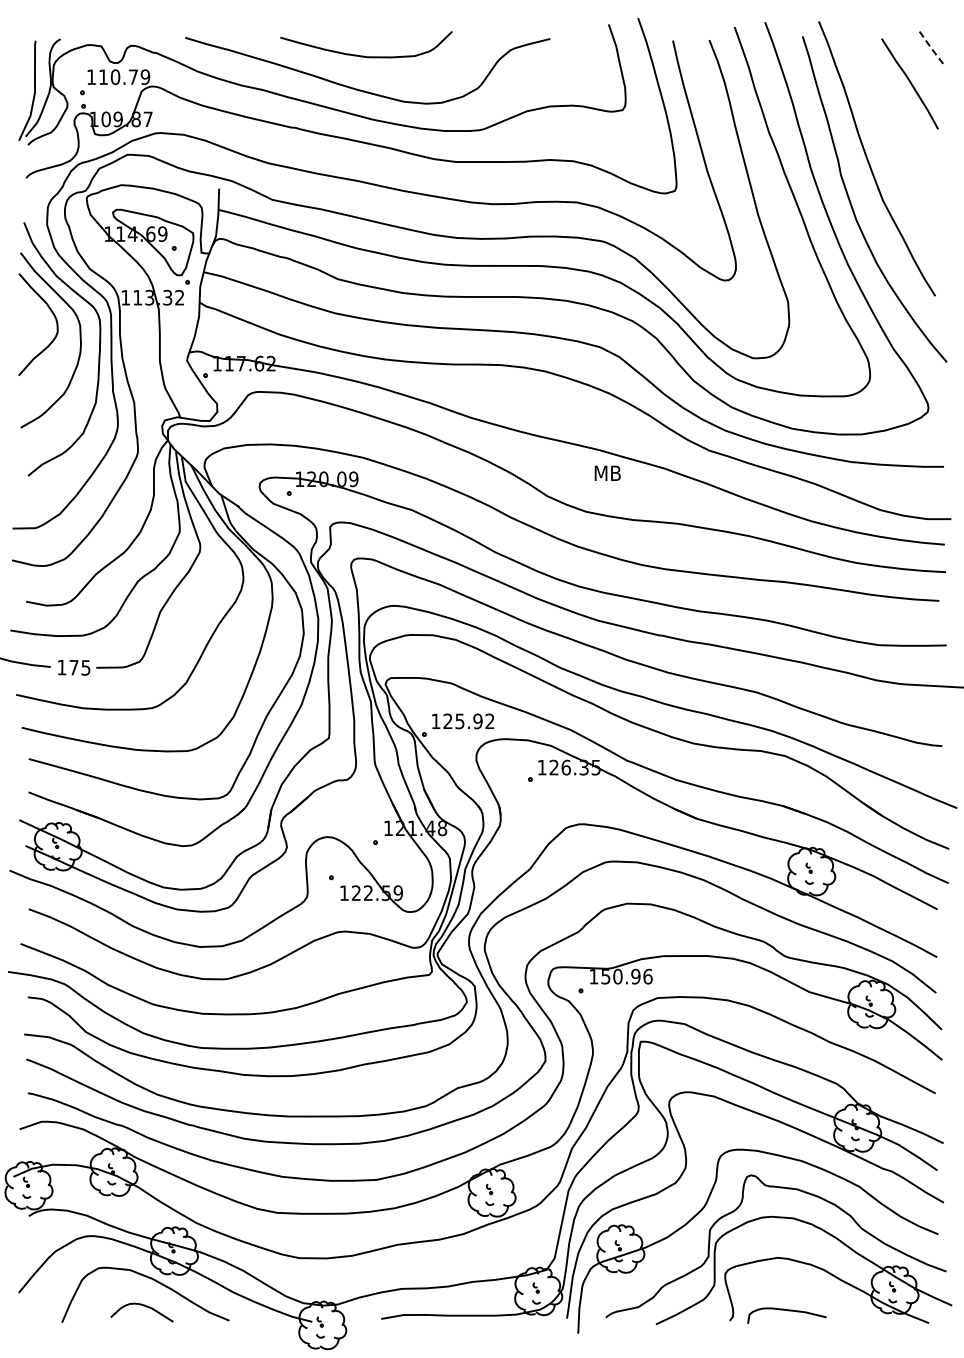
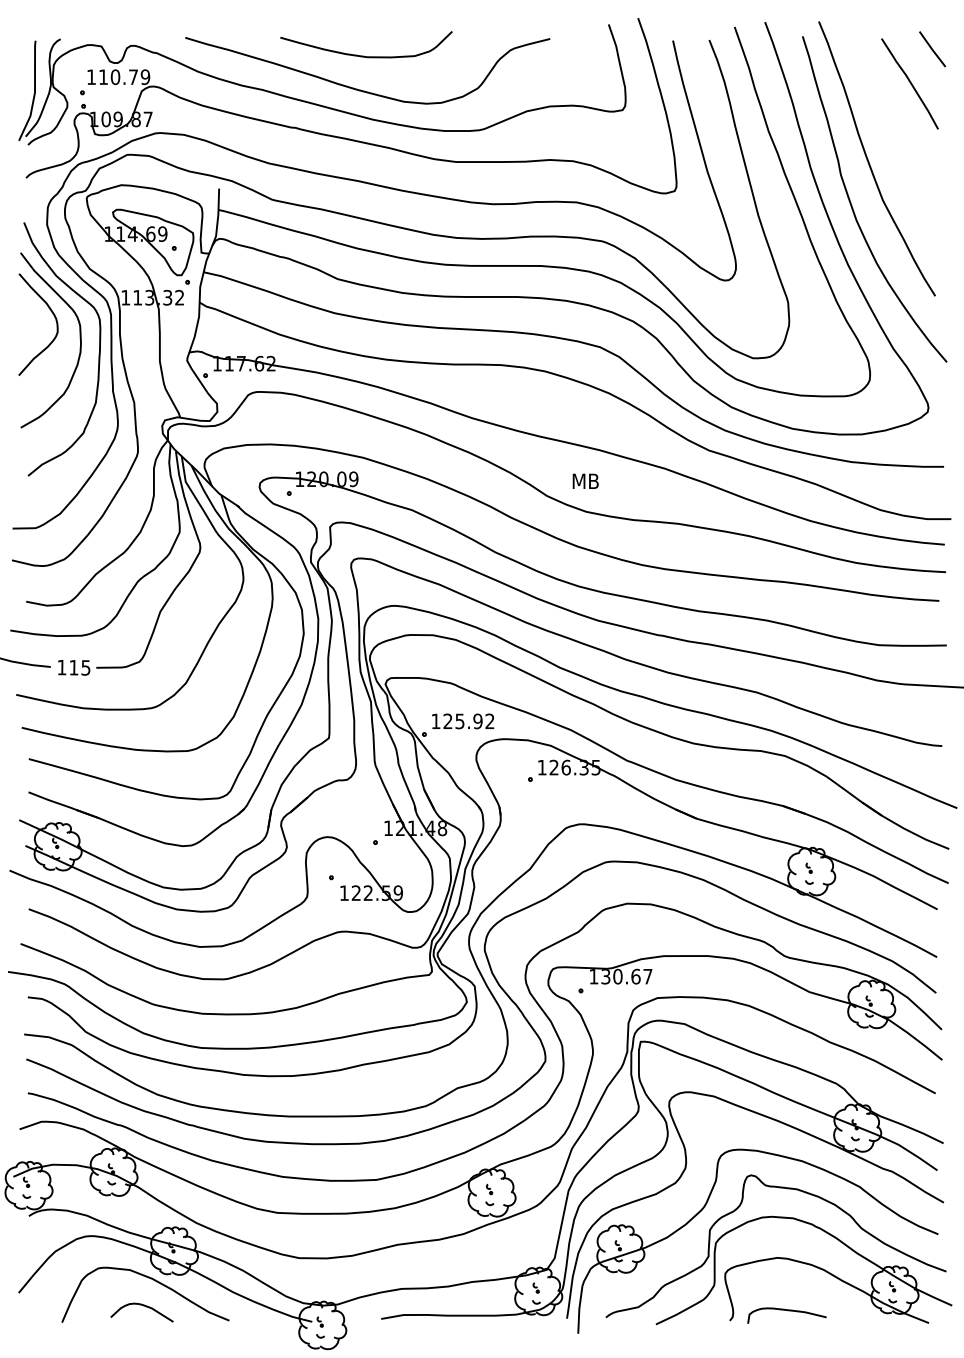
line at (932, 49): dashed -> solid
text at (607, 472) position: (607, 472) -> (585, 480)
text at (73, 667): 175 -> 115
text at (626, 976): 150.96 -> 130.67
